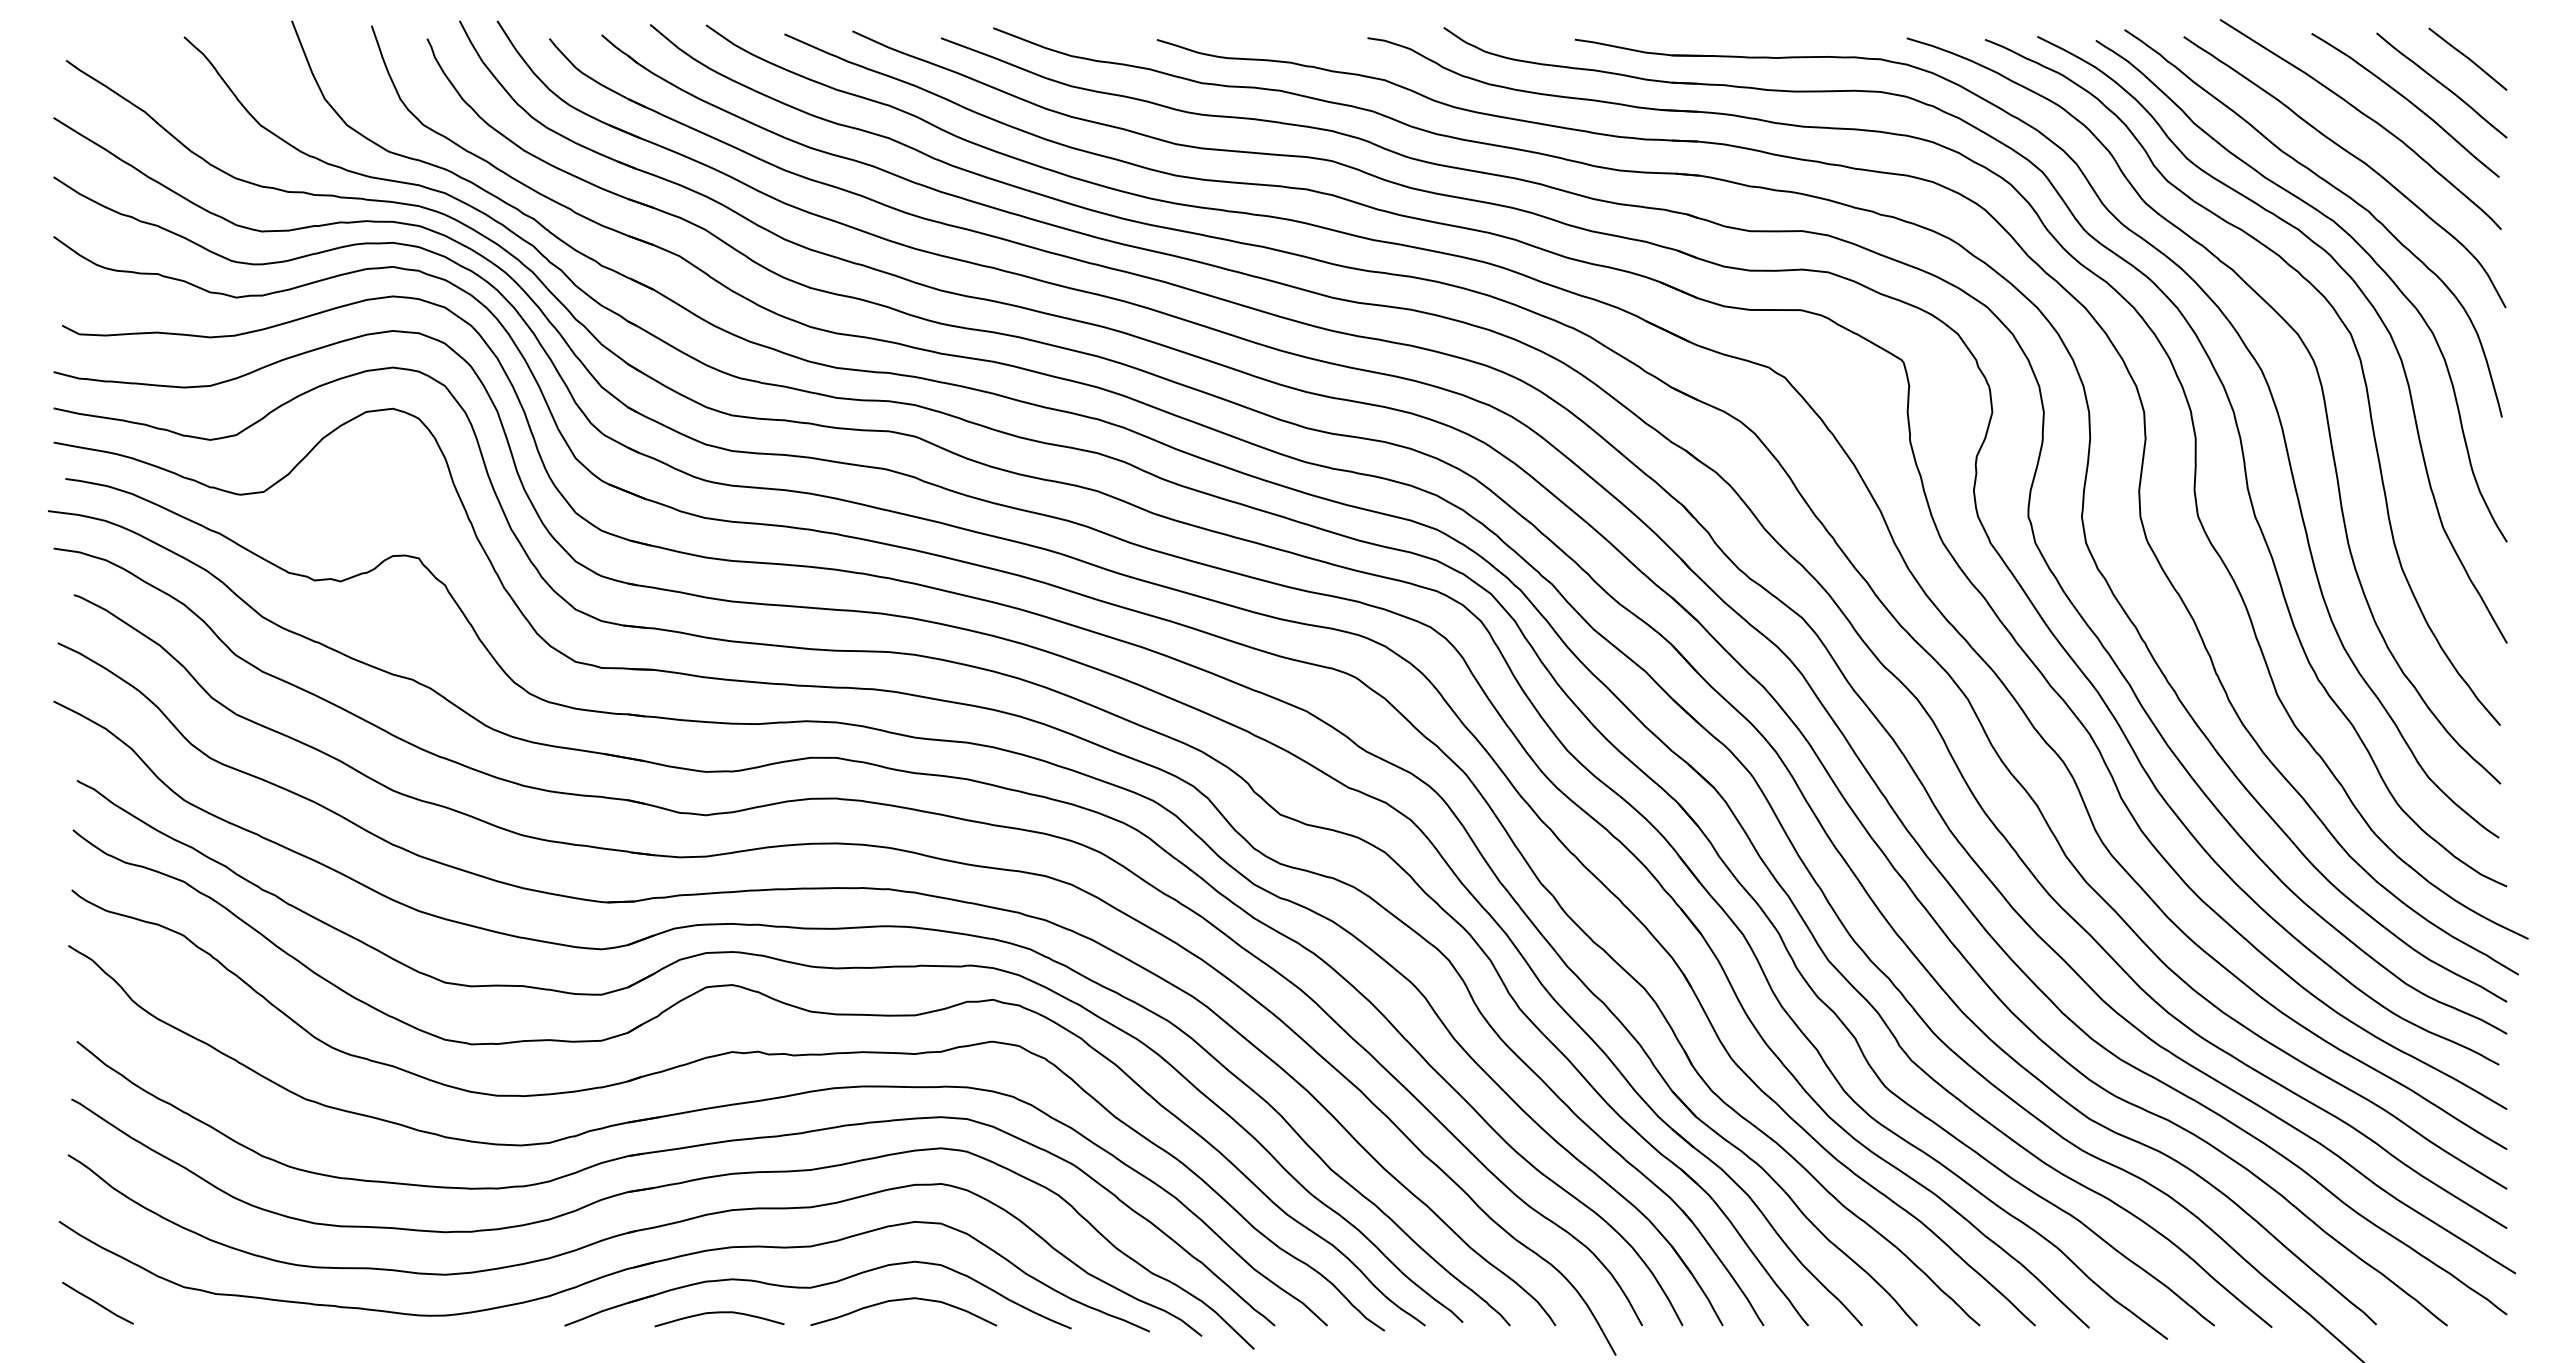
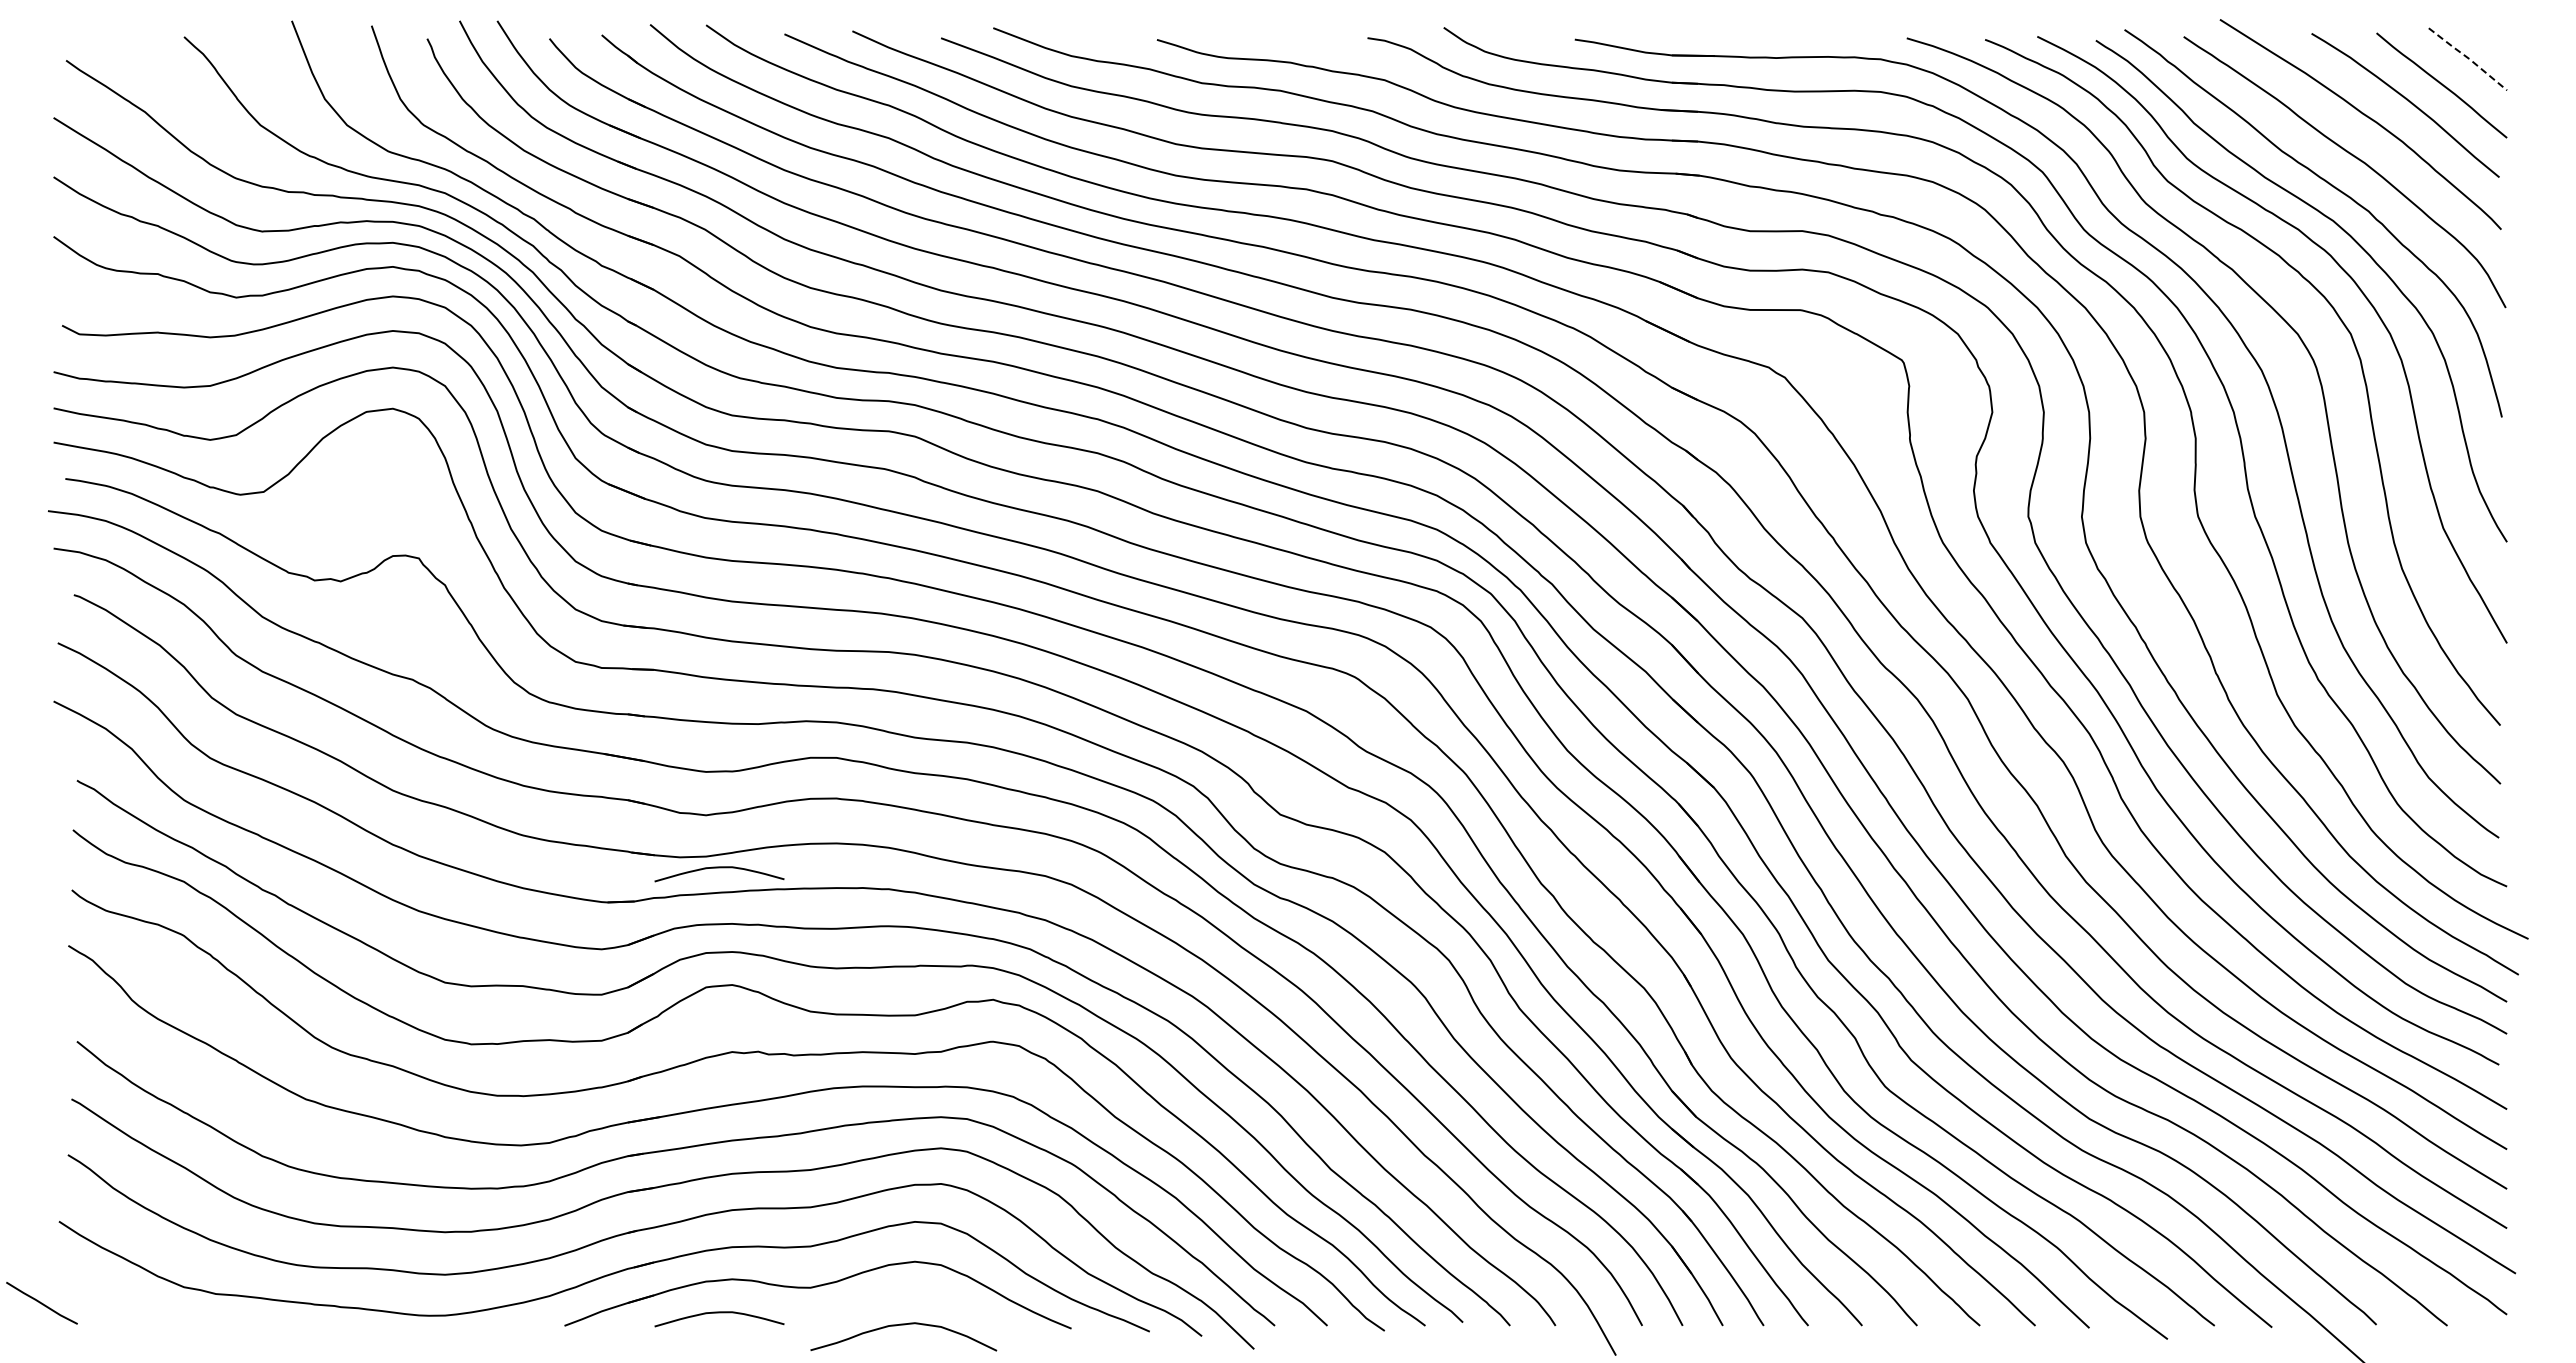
line at (2468, 58): solid -> dashed
curve at (719, 868): none -> present
curve at (903, 1300) position: (903, 1300) -> (903, 1325)
line at (97, 1303) position: (97, 1303) -> (41, 1303)
